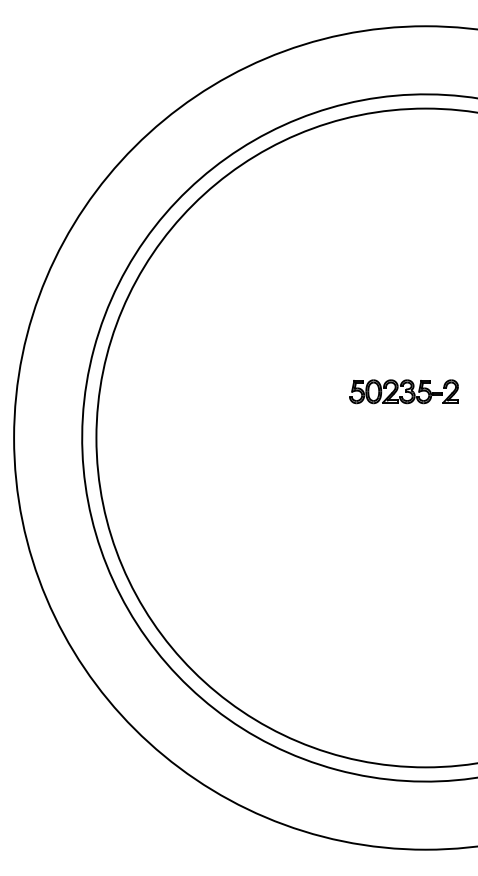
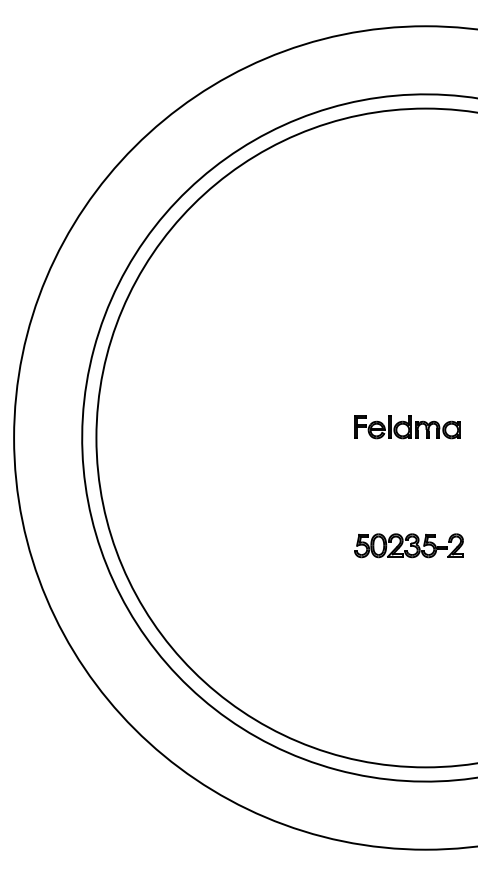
part at (403, 391) position: (403, 391) -> (408, 545)
part at (407, 427): none -> present
